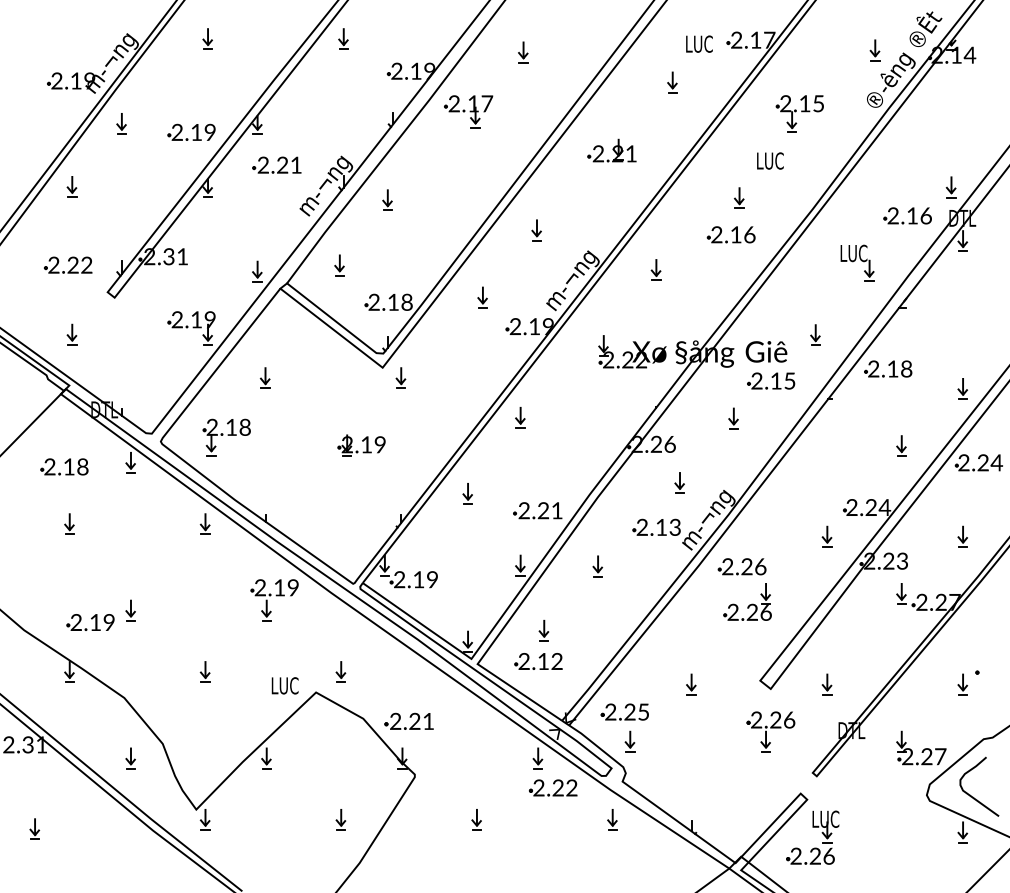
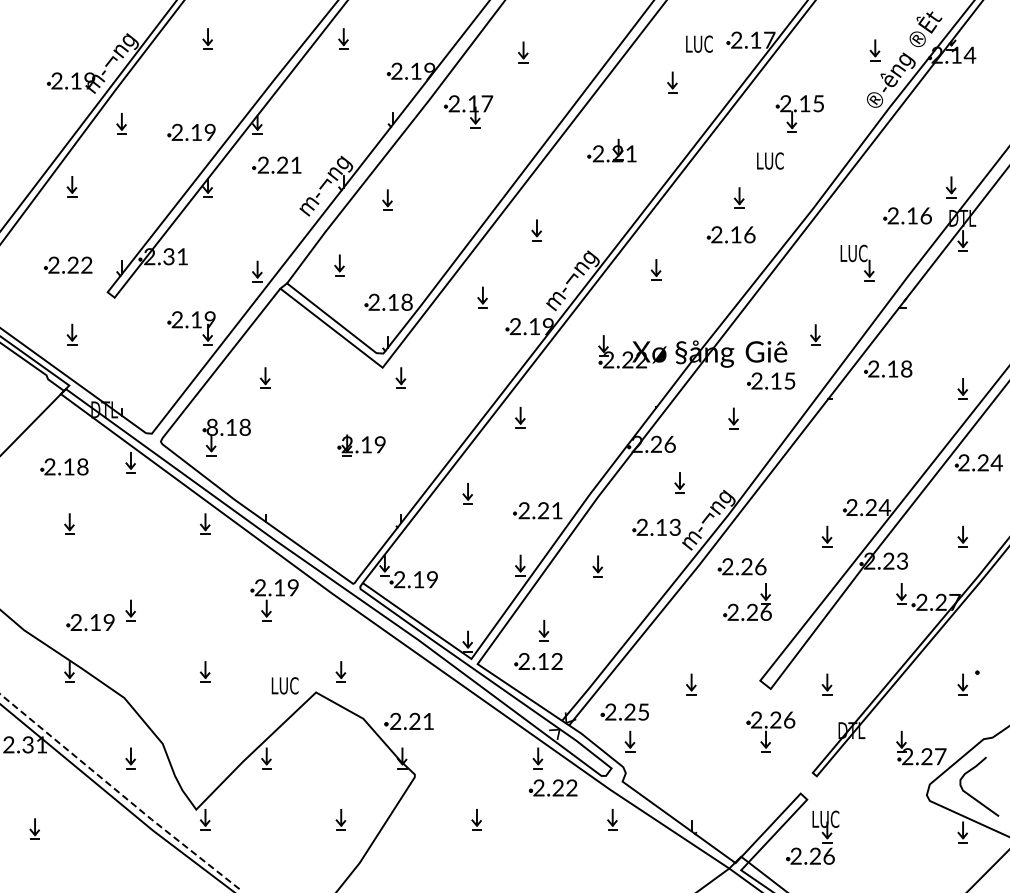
text at (211, 427): 2.18 -> 8.18
part at (901, 445): present -> none
line at (120, 793): solid -> dashed
